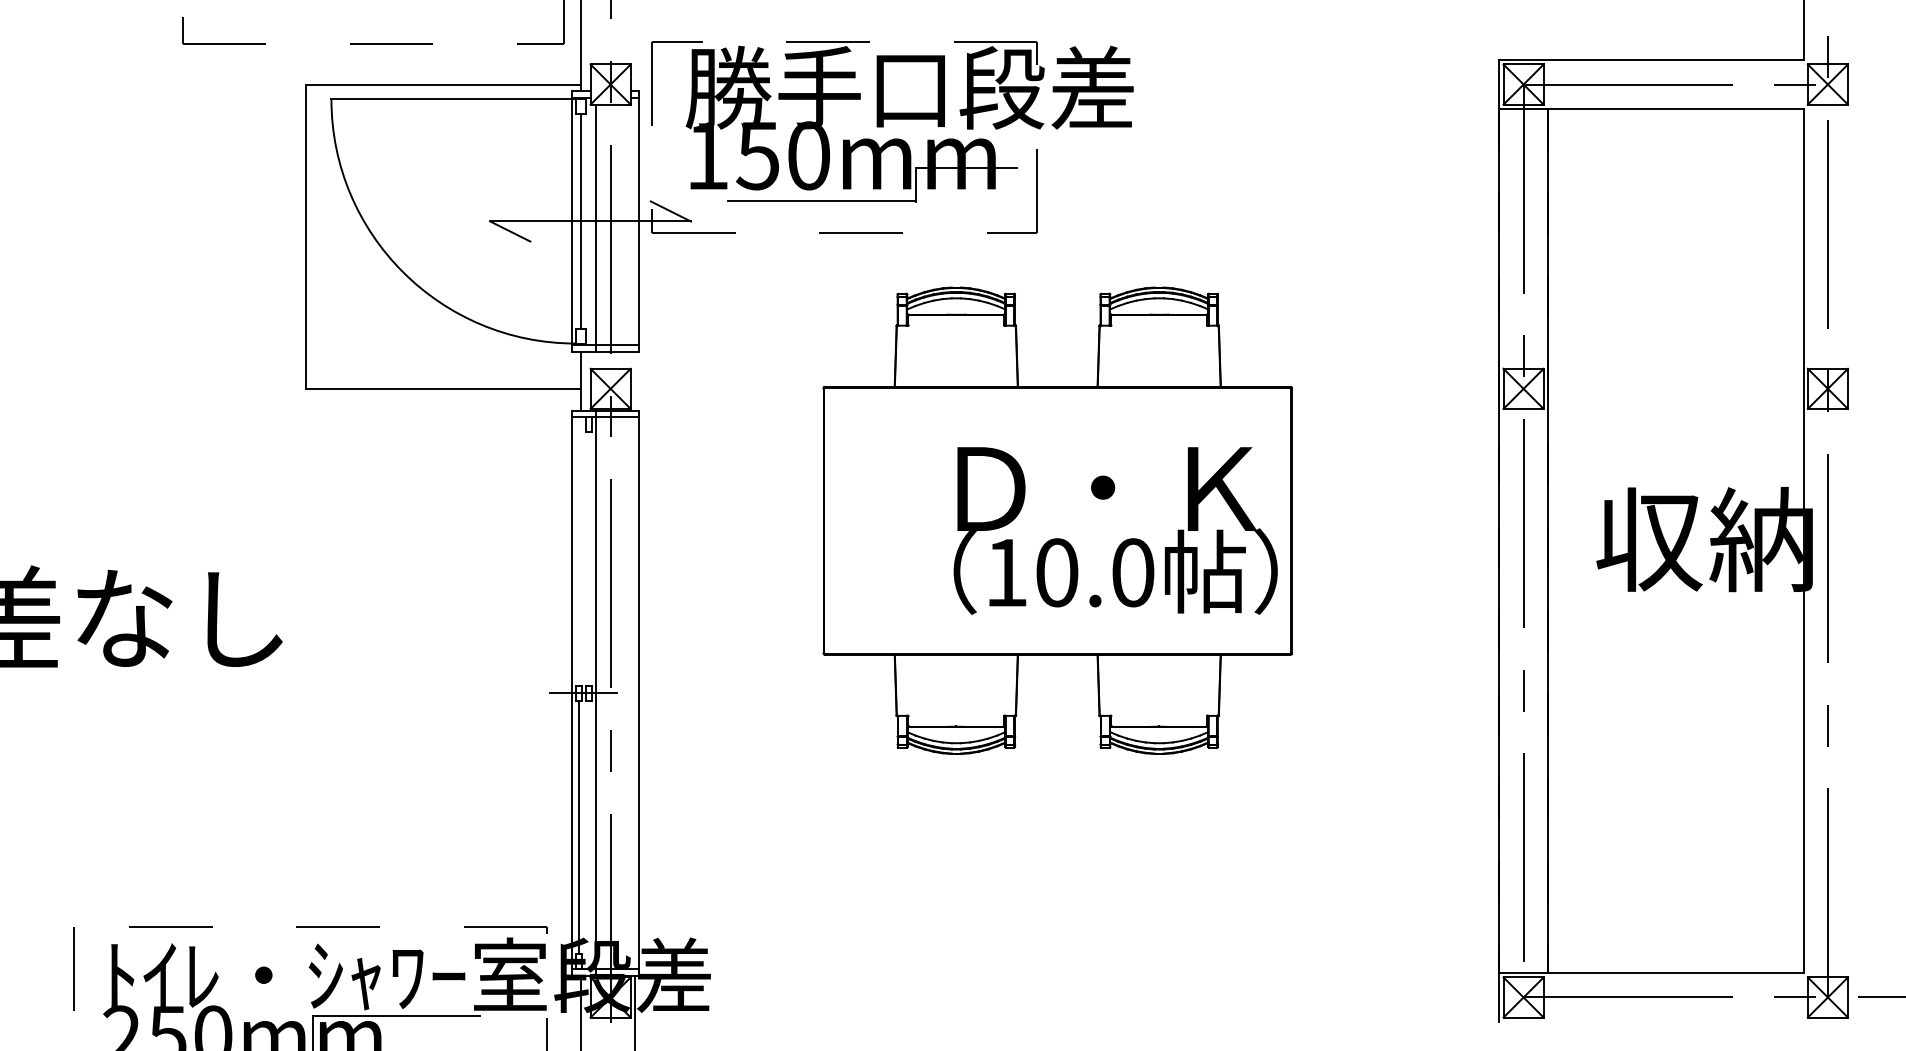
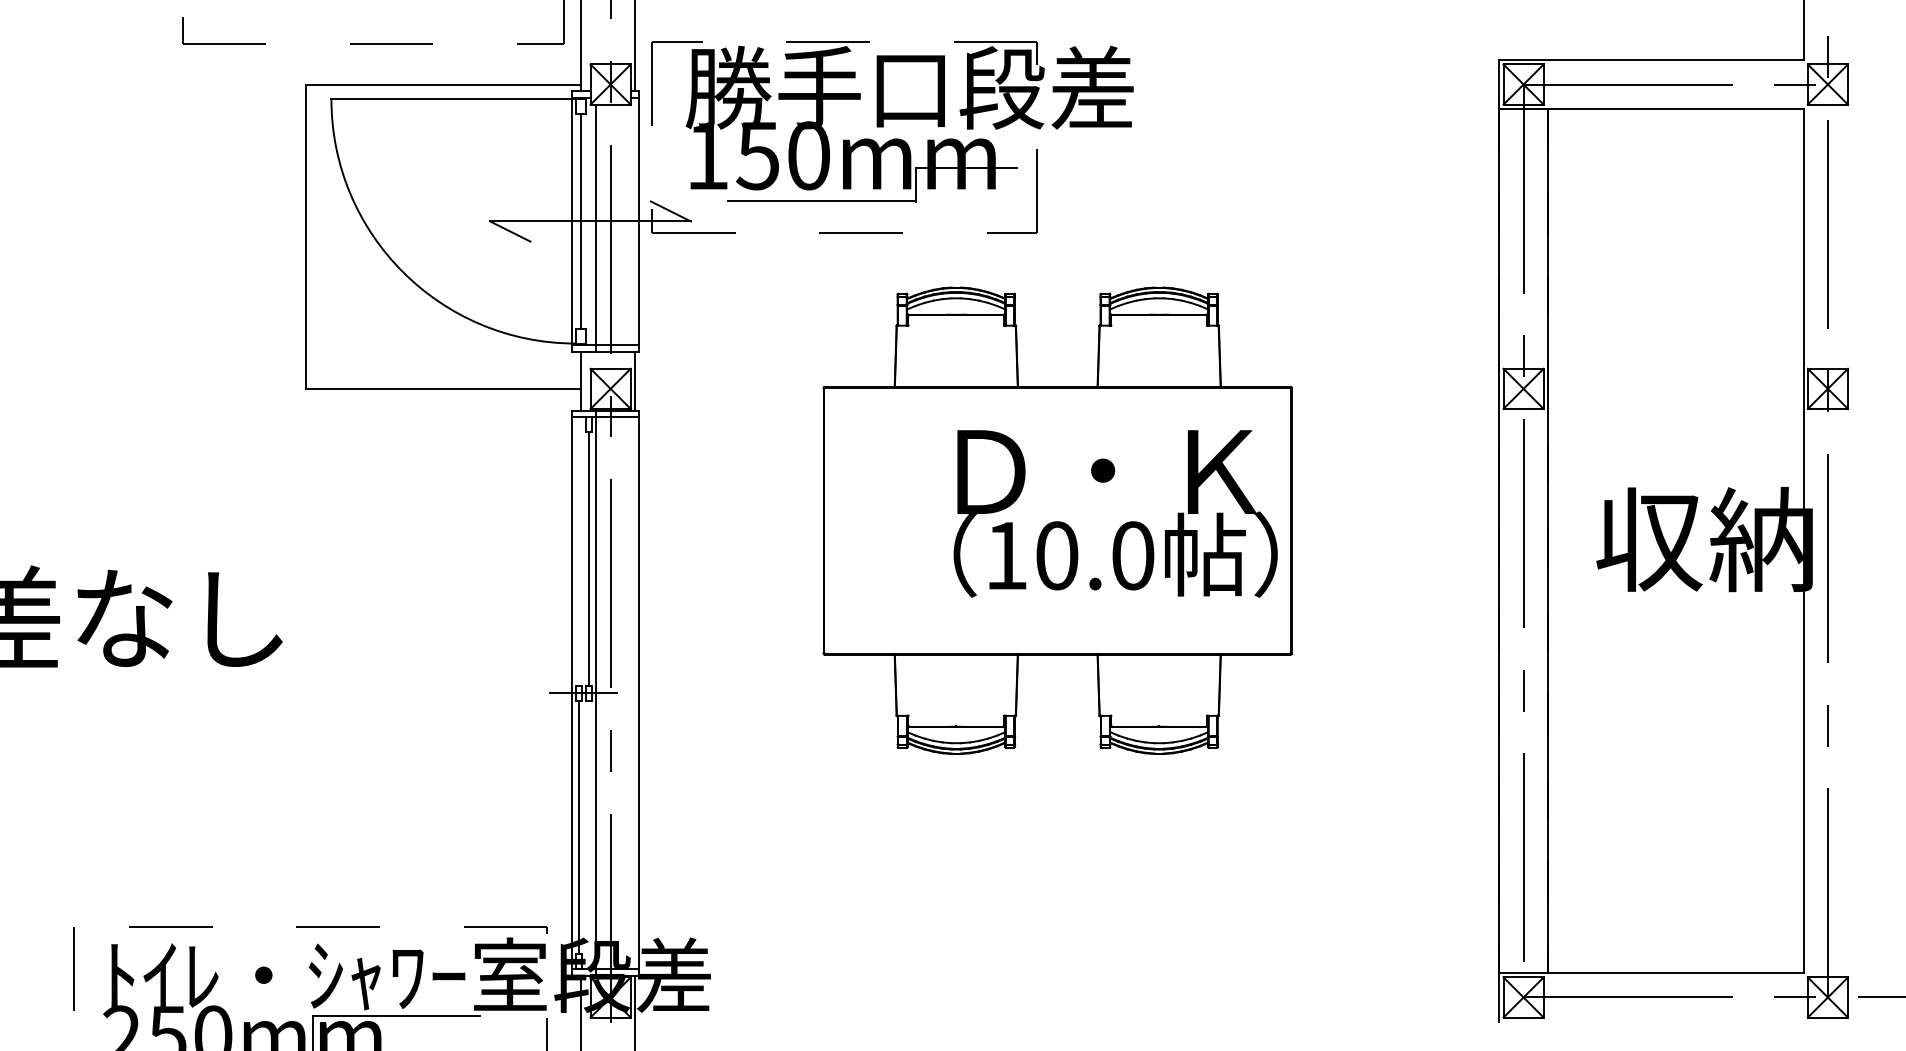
line at (634, 46): none -> present
line at (634, 380): none -> present
text at (1115, 530) position: (1115, 530) -> (1115, 513)
line at (588, 558): none -> present
